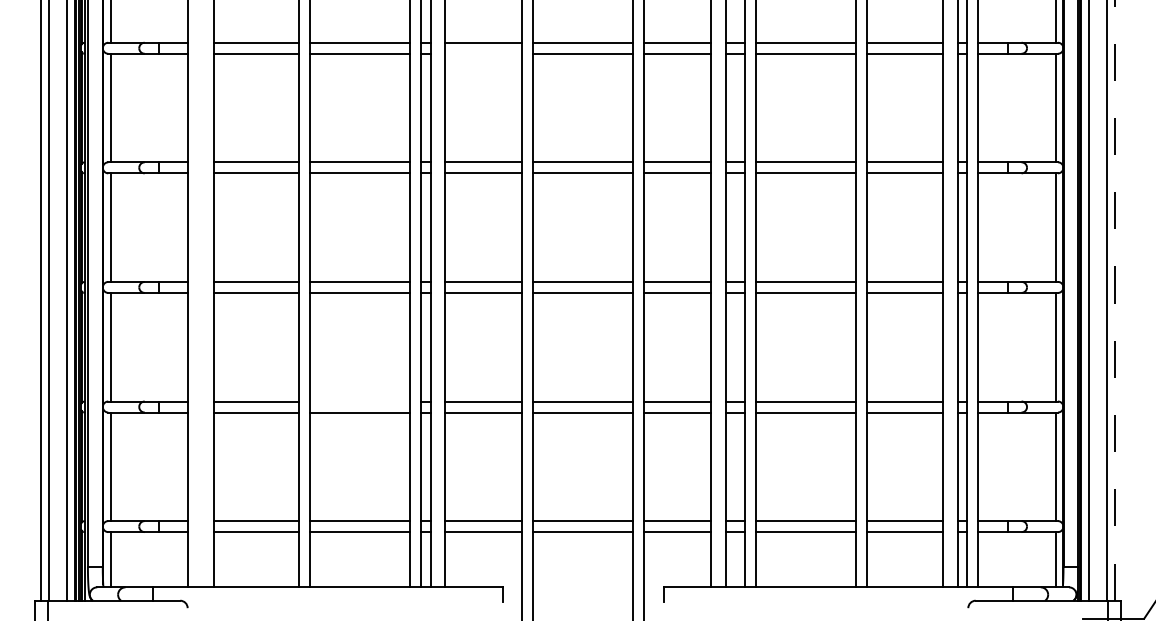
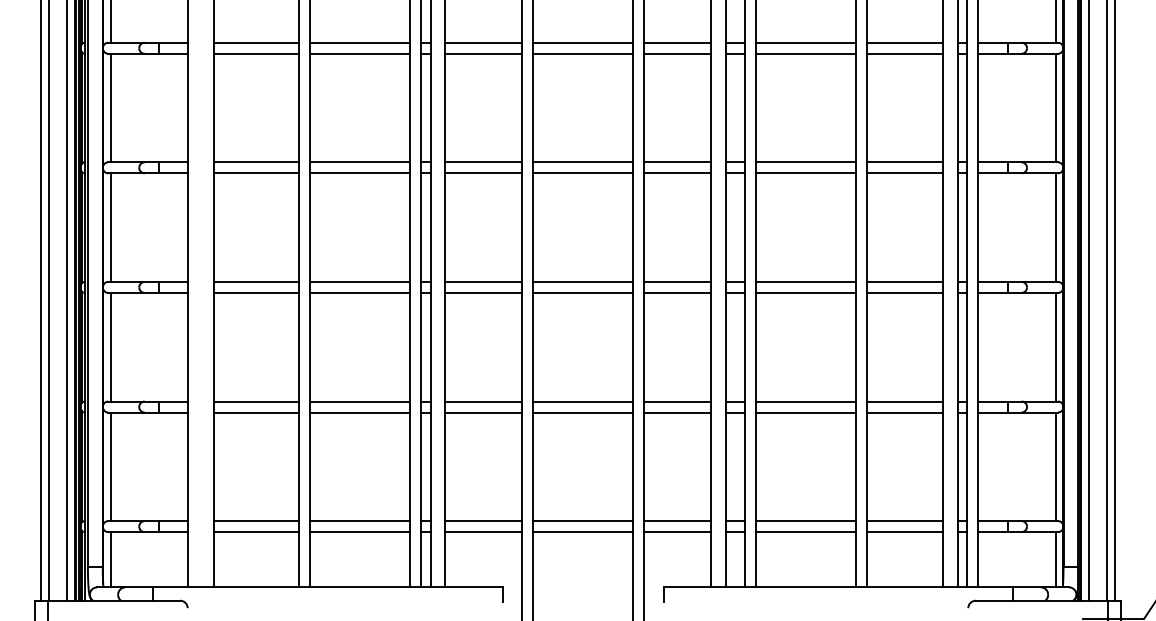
line at (483, 53): none -> present
line at (1114, 300): dashed -> solid
line at (359, 401): none -> present
